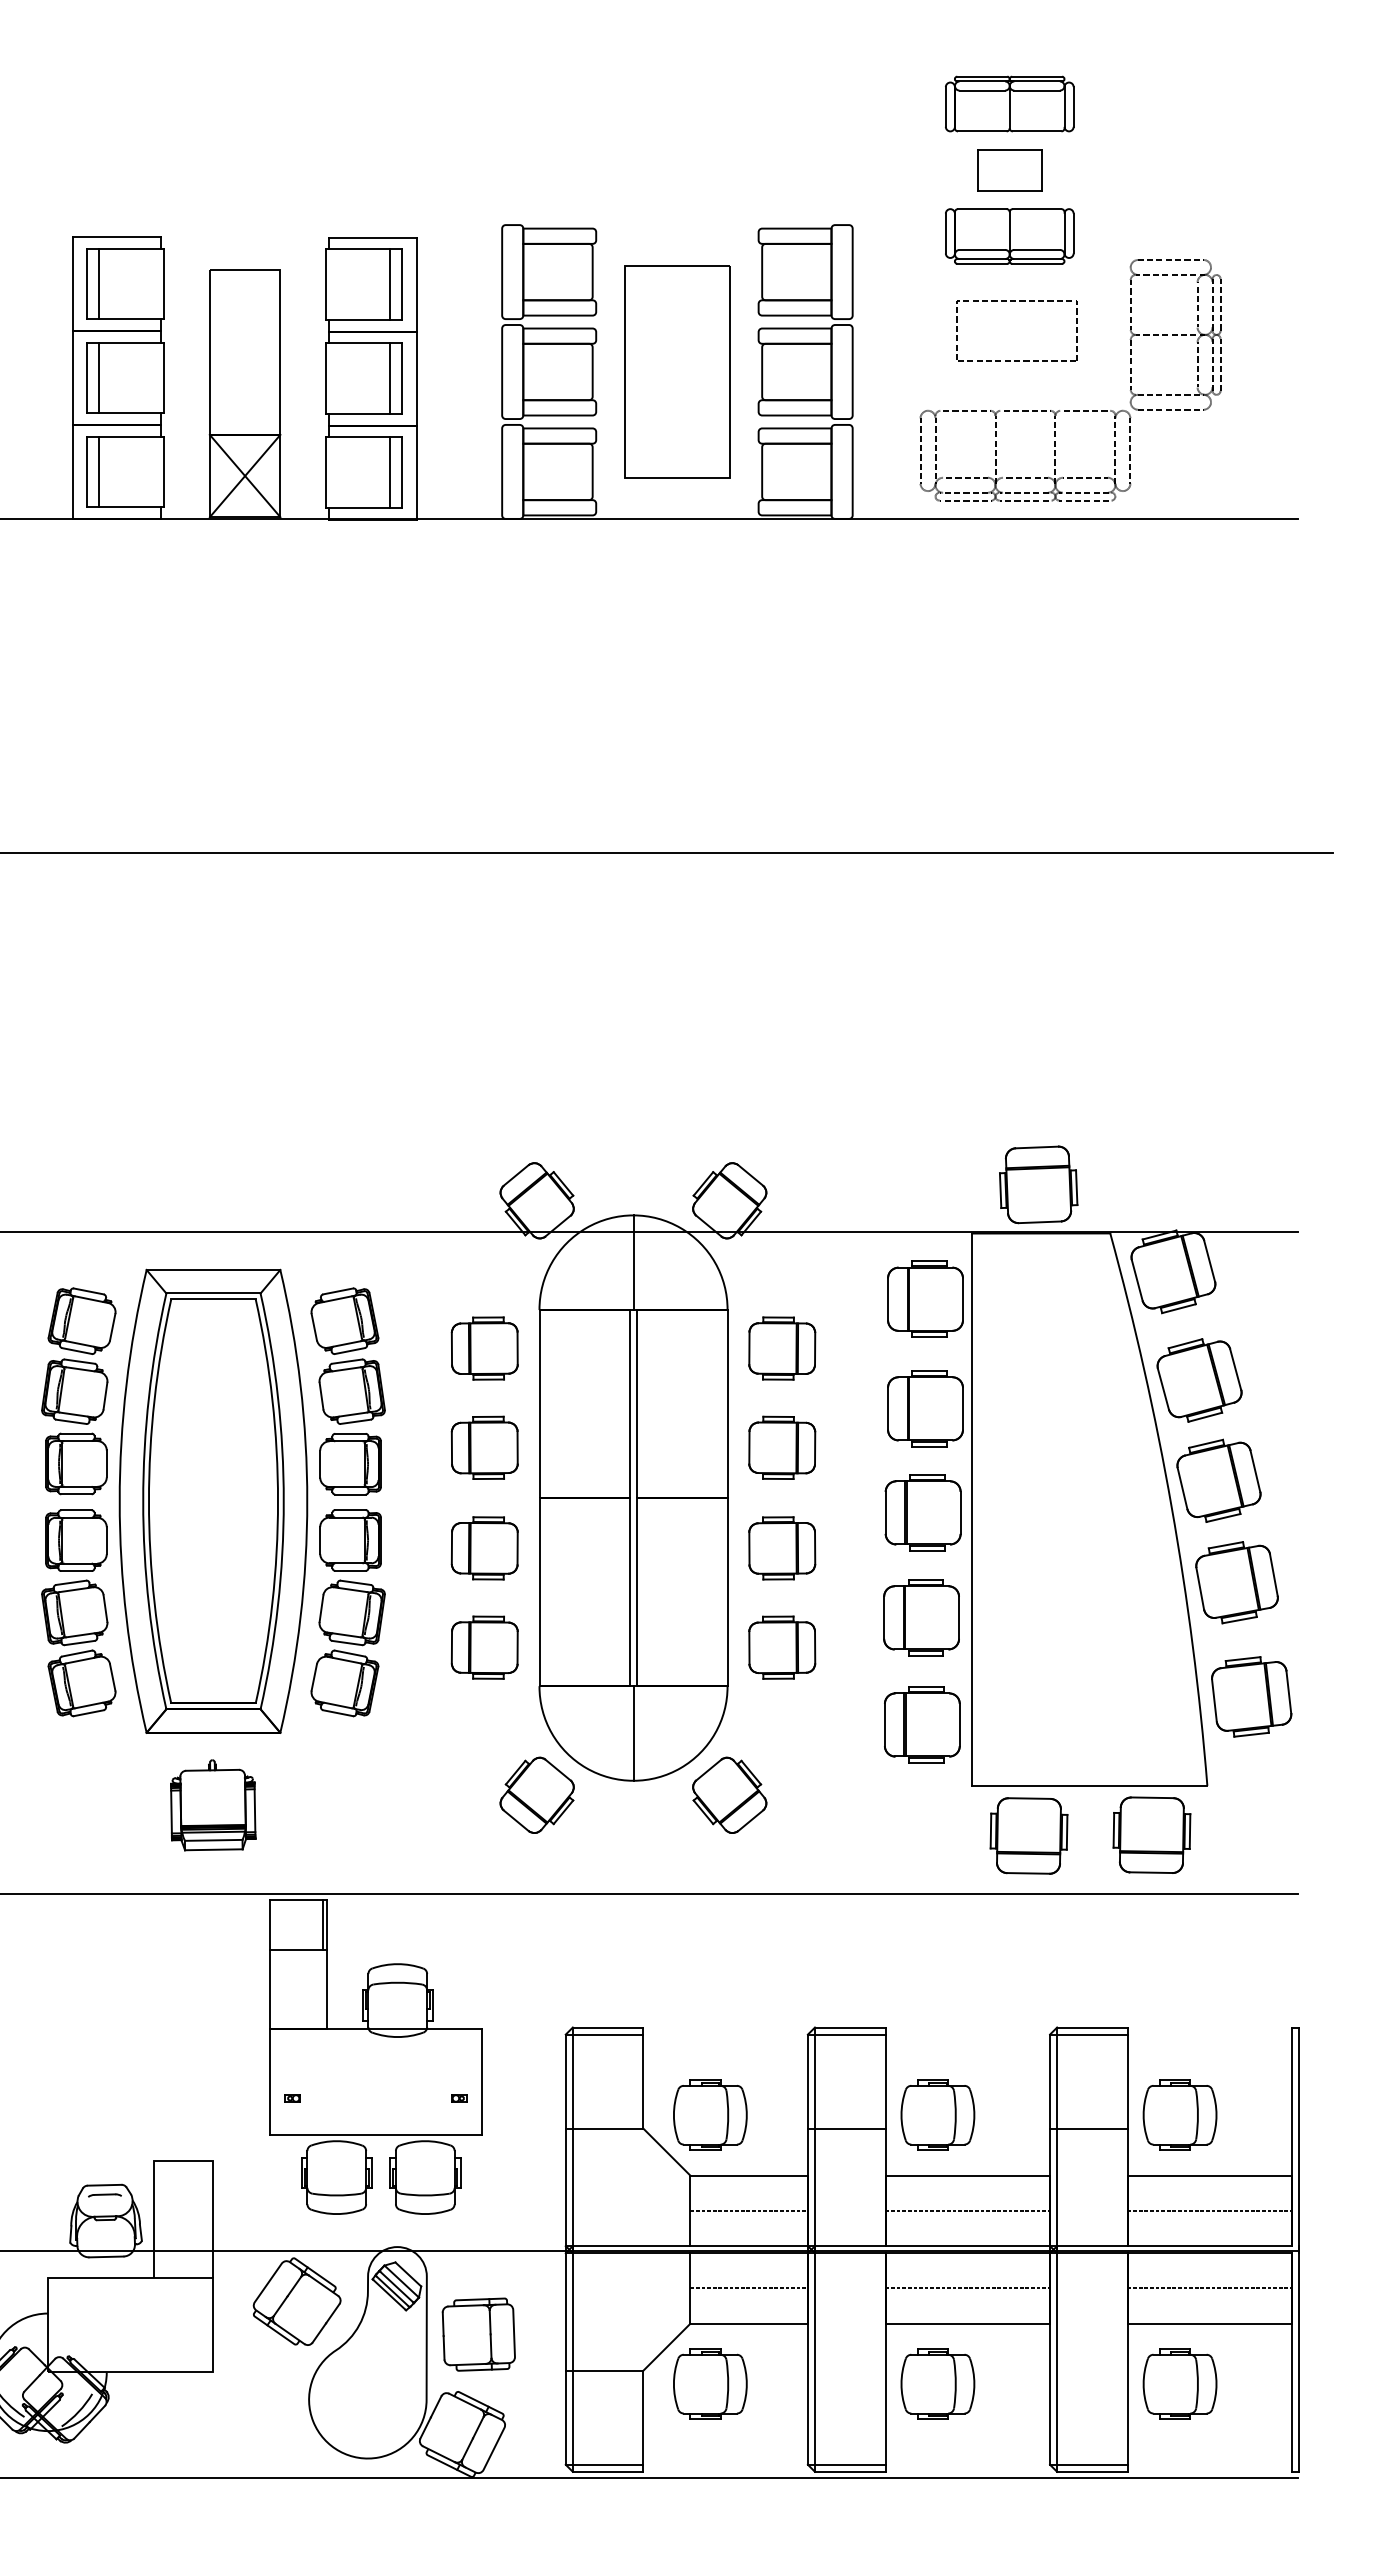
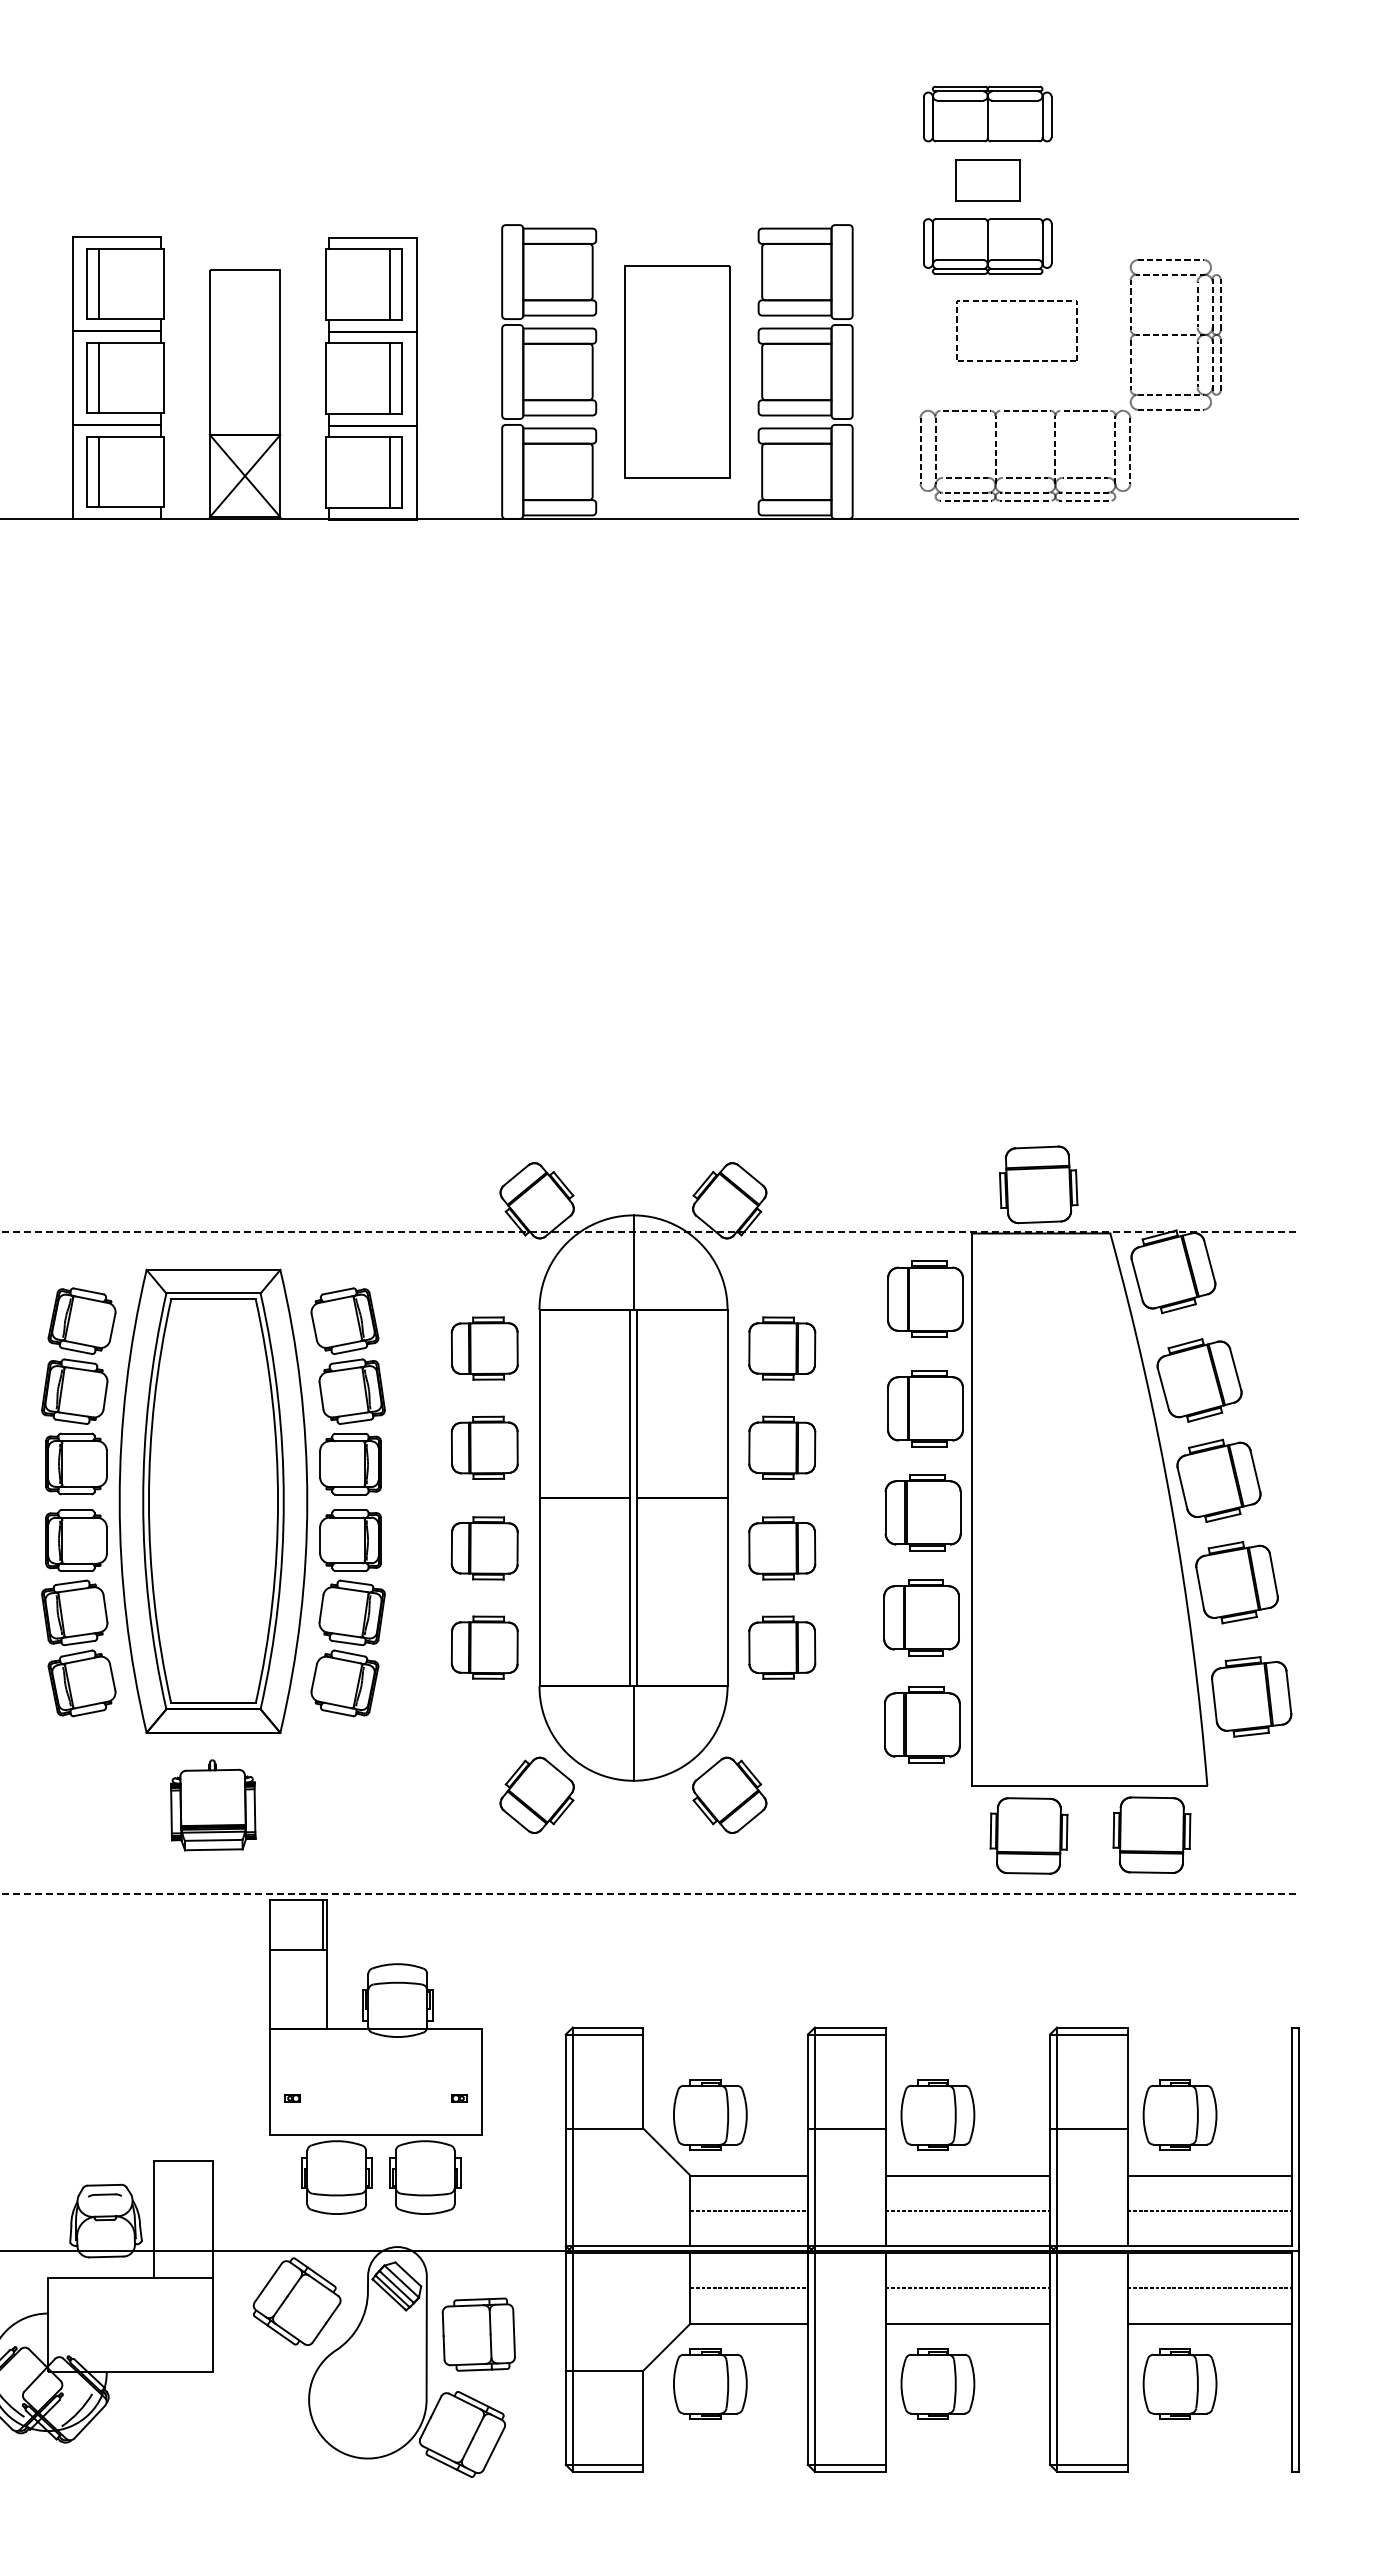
part at (1009, 169) position: (1009, 169) -> (987, 179)
line at (667, 853): present -> none
line at (649, 1232): solid -> dashed
line at (649, 1894): solid -> dashed
line at (650, 2478): present -> none
